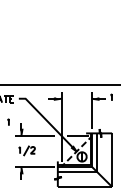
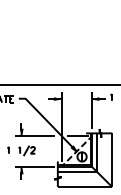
line at (8, 121) position: (8, 121) -> (8, 149)
